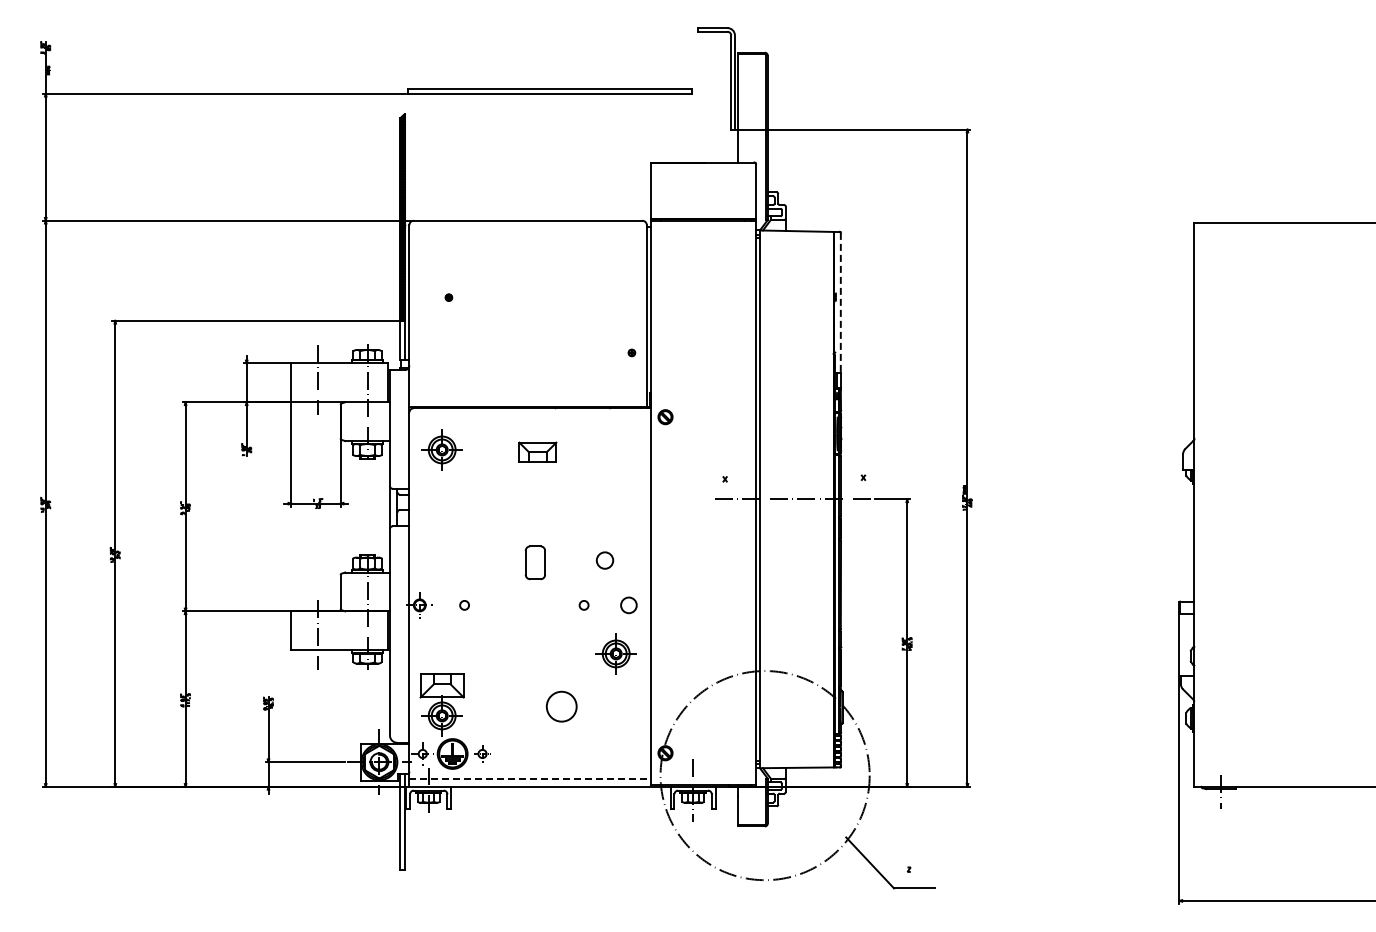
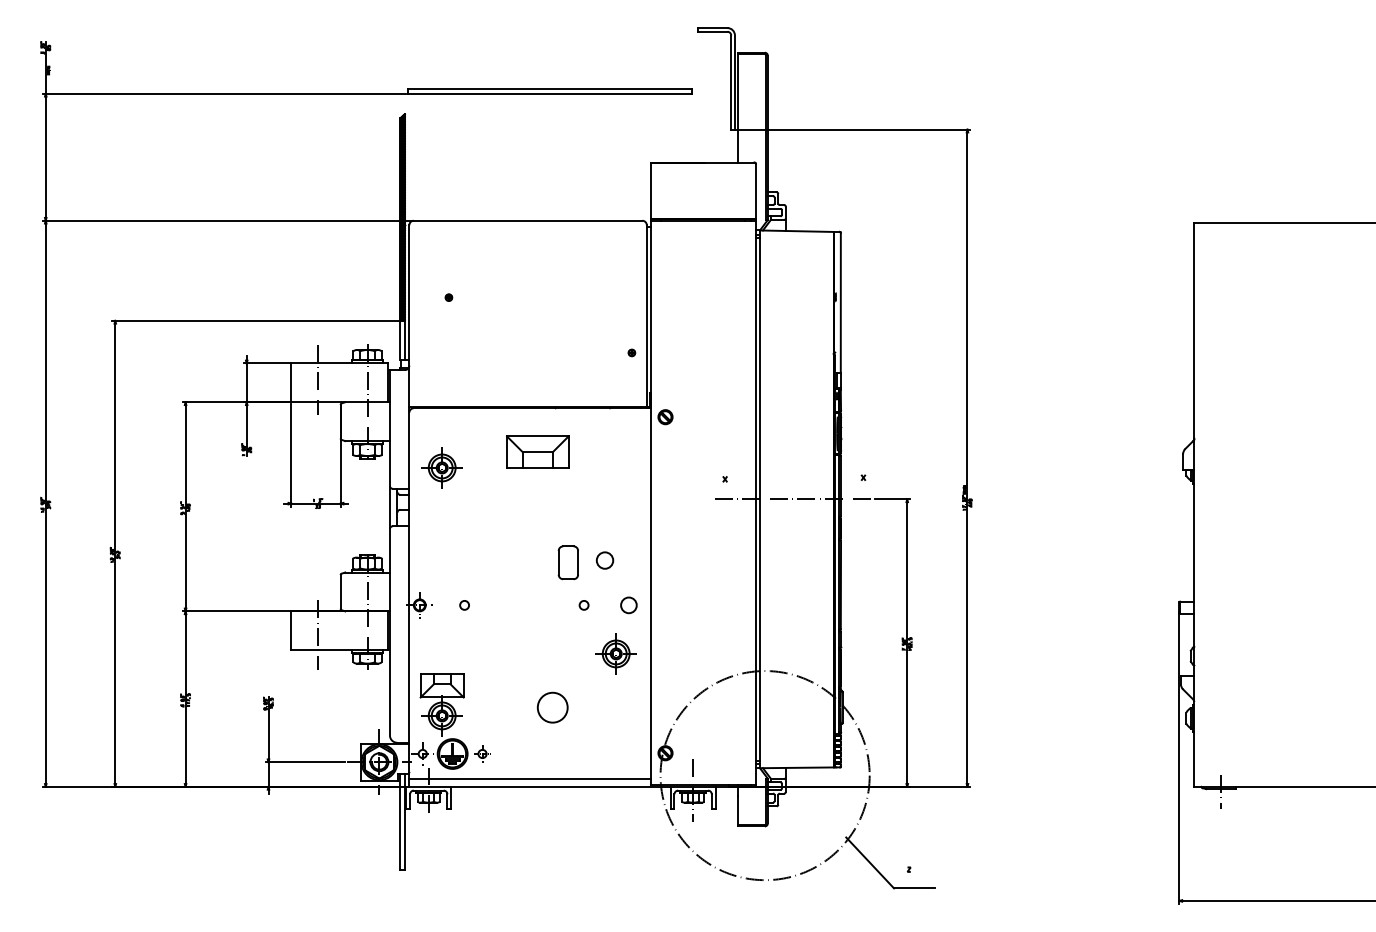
line at (840, 302): dashed -> solid
part at (441, 449) position: (441, 449) -> (441, 467)
part at (537, 451) size: 40x22 px -> 64x34 px
part at (534, 562) position: (534, 562) -> (567, 562)
circle at (561, 706) position: (561, 706) -> (552, 707)
line at (530, 779): dashed -> solid
